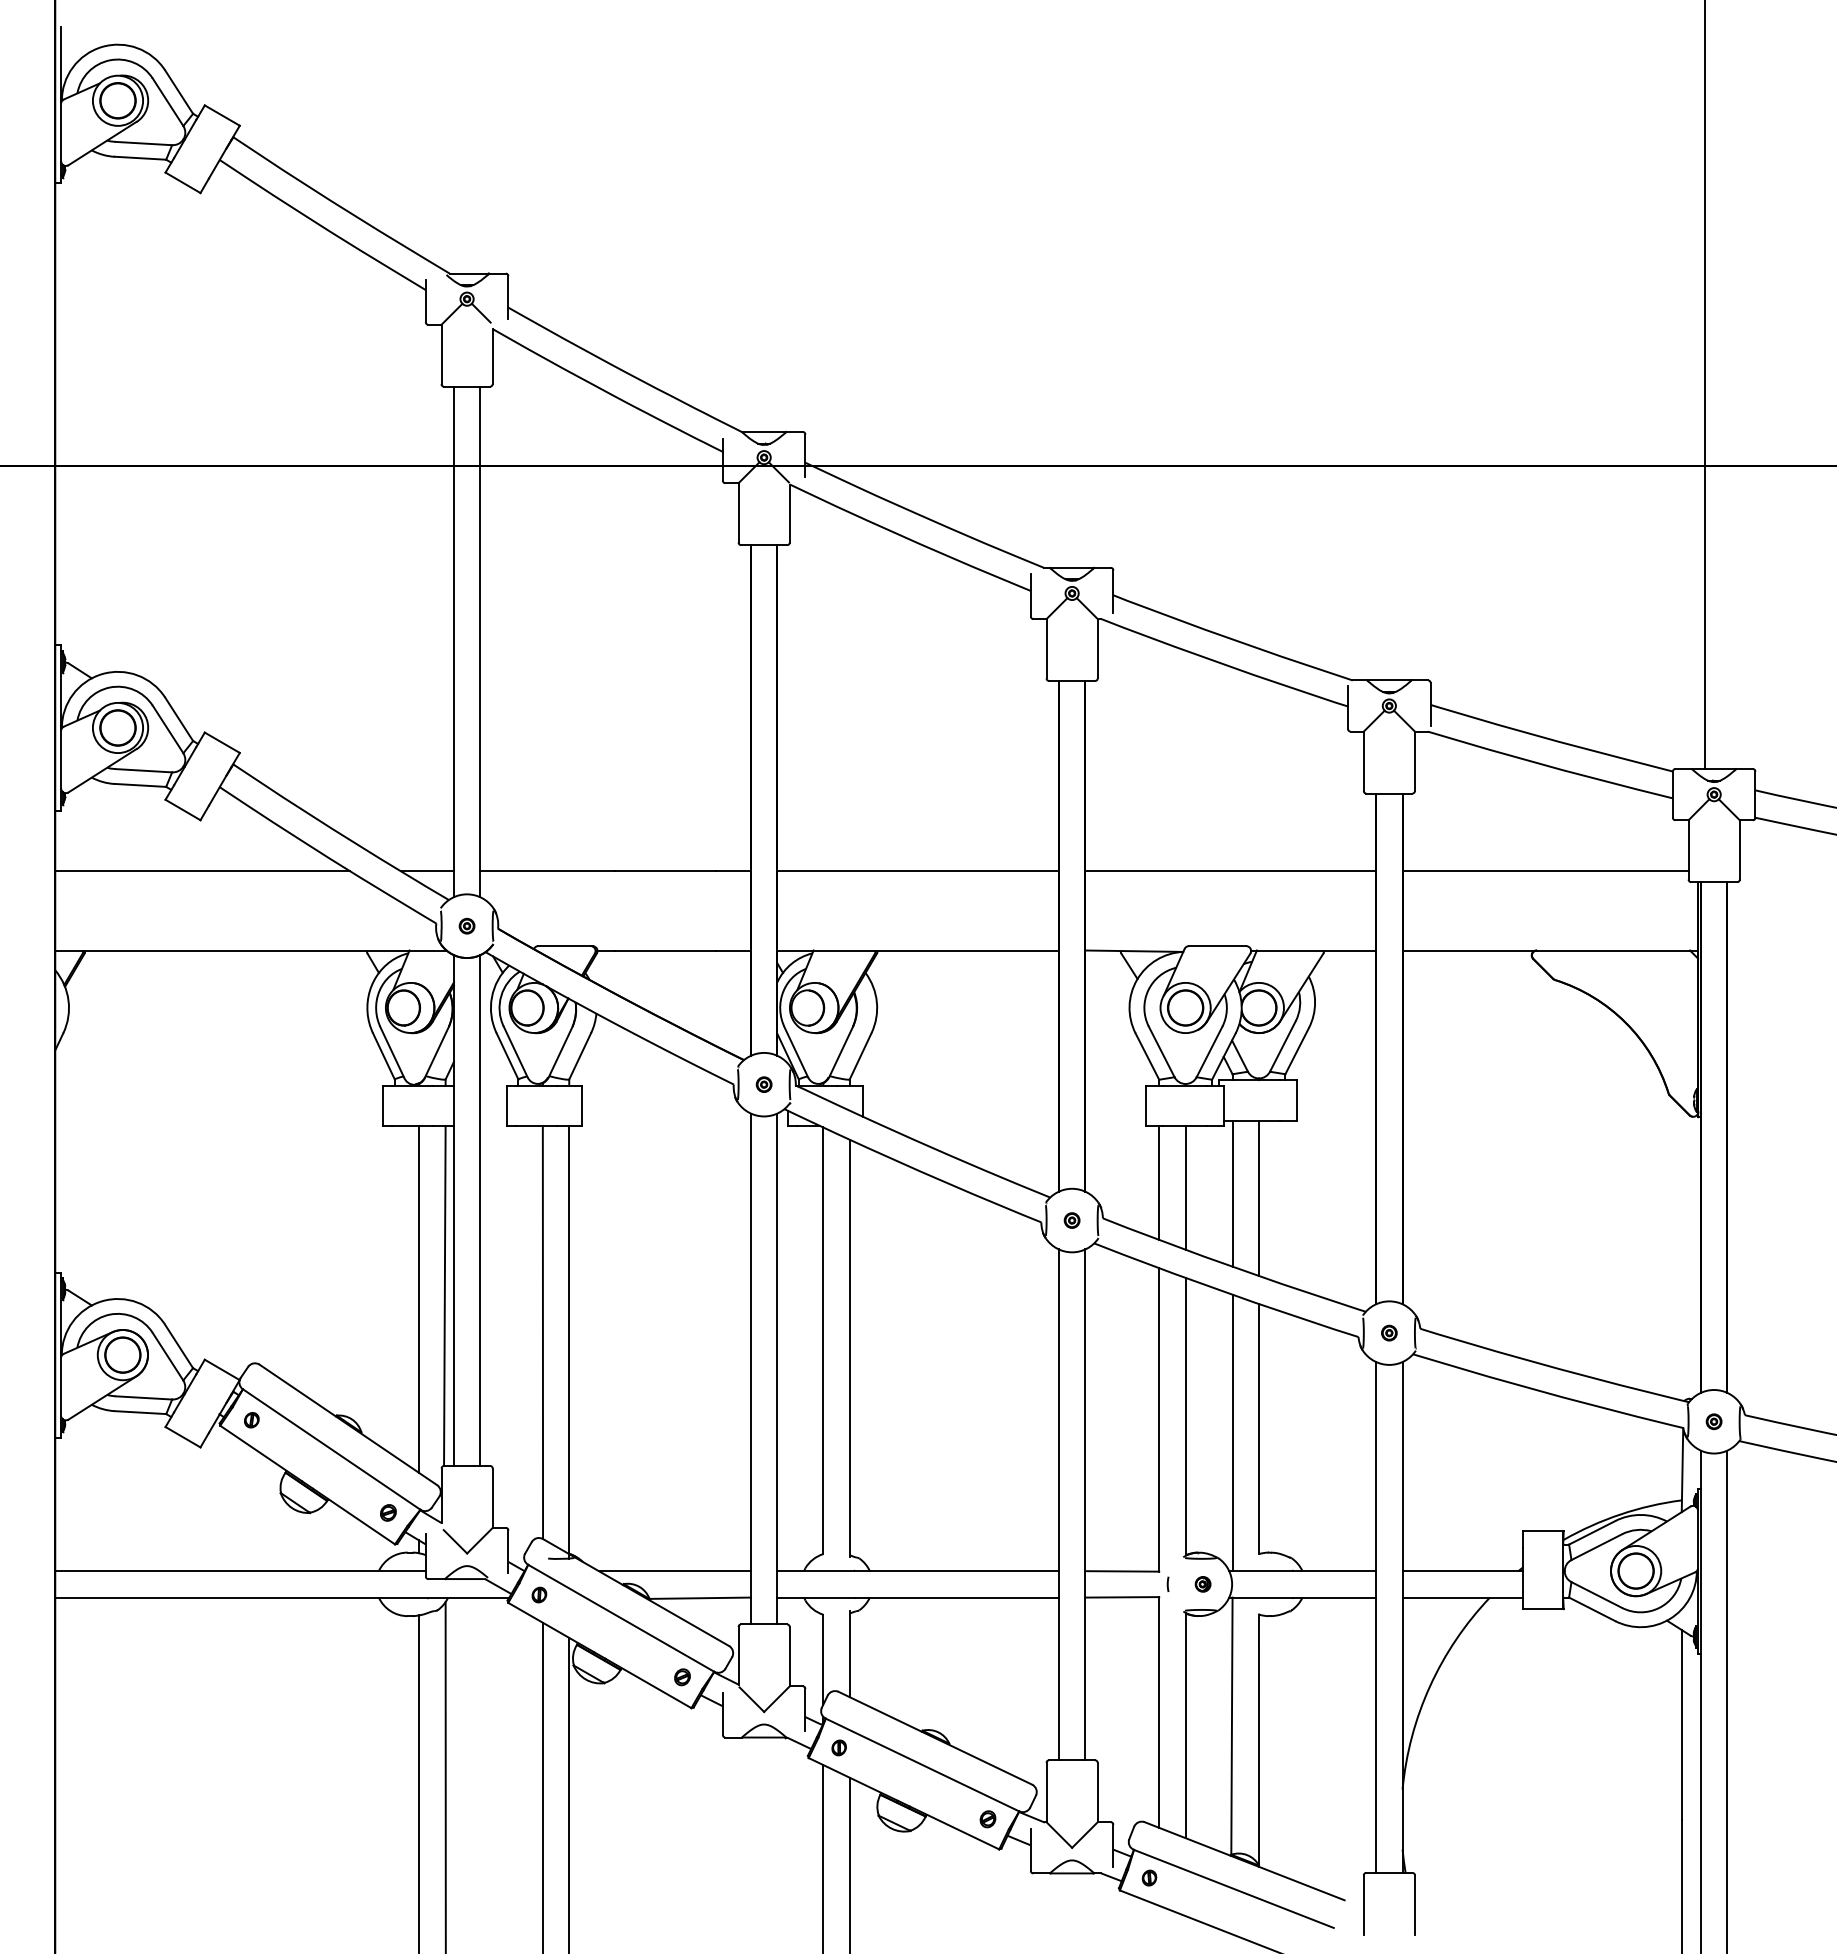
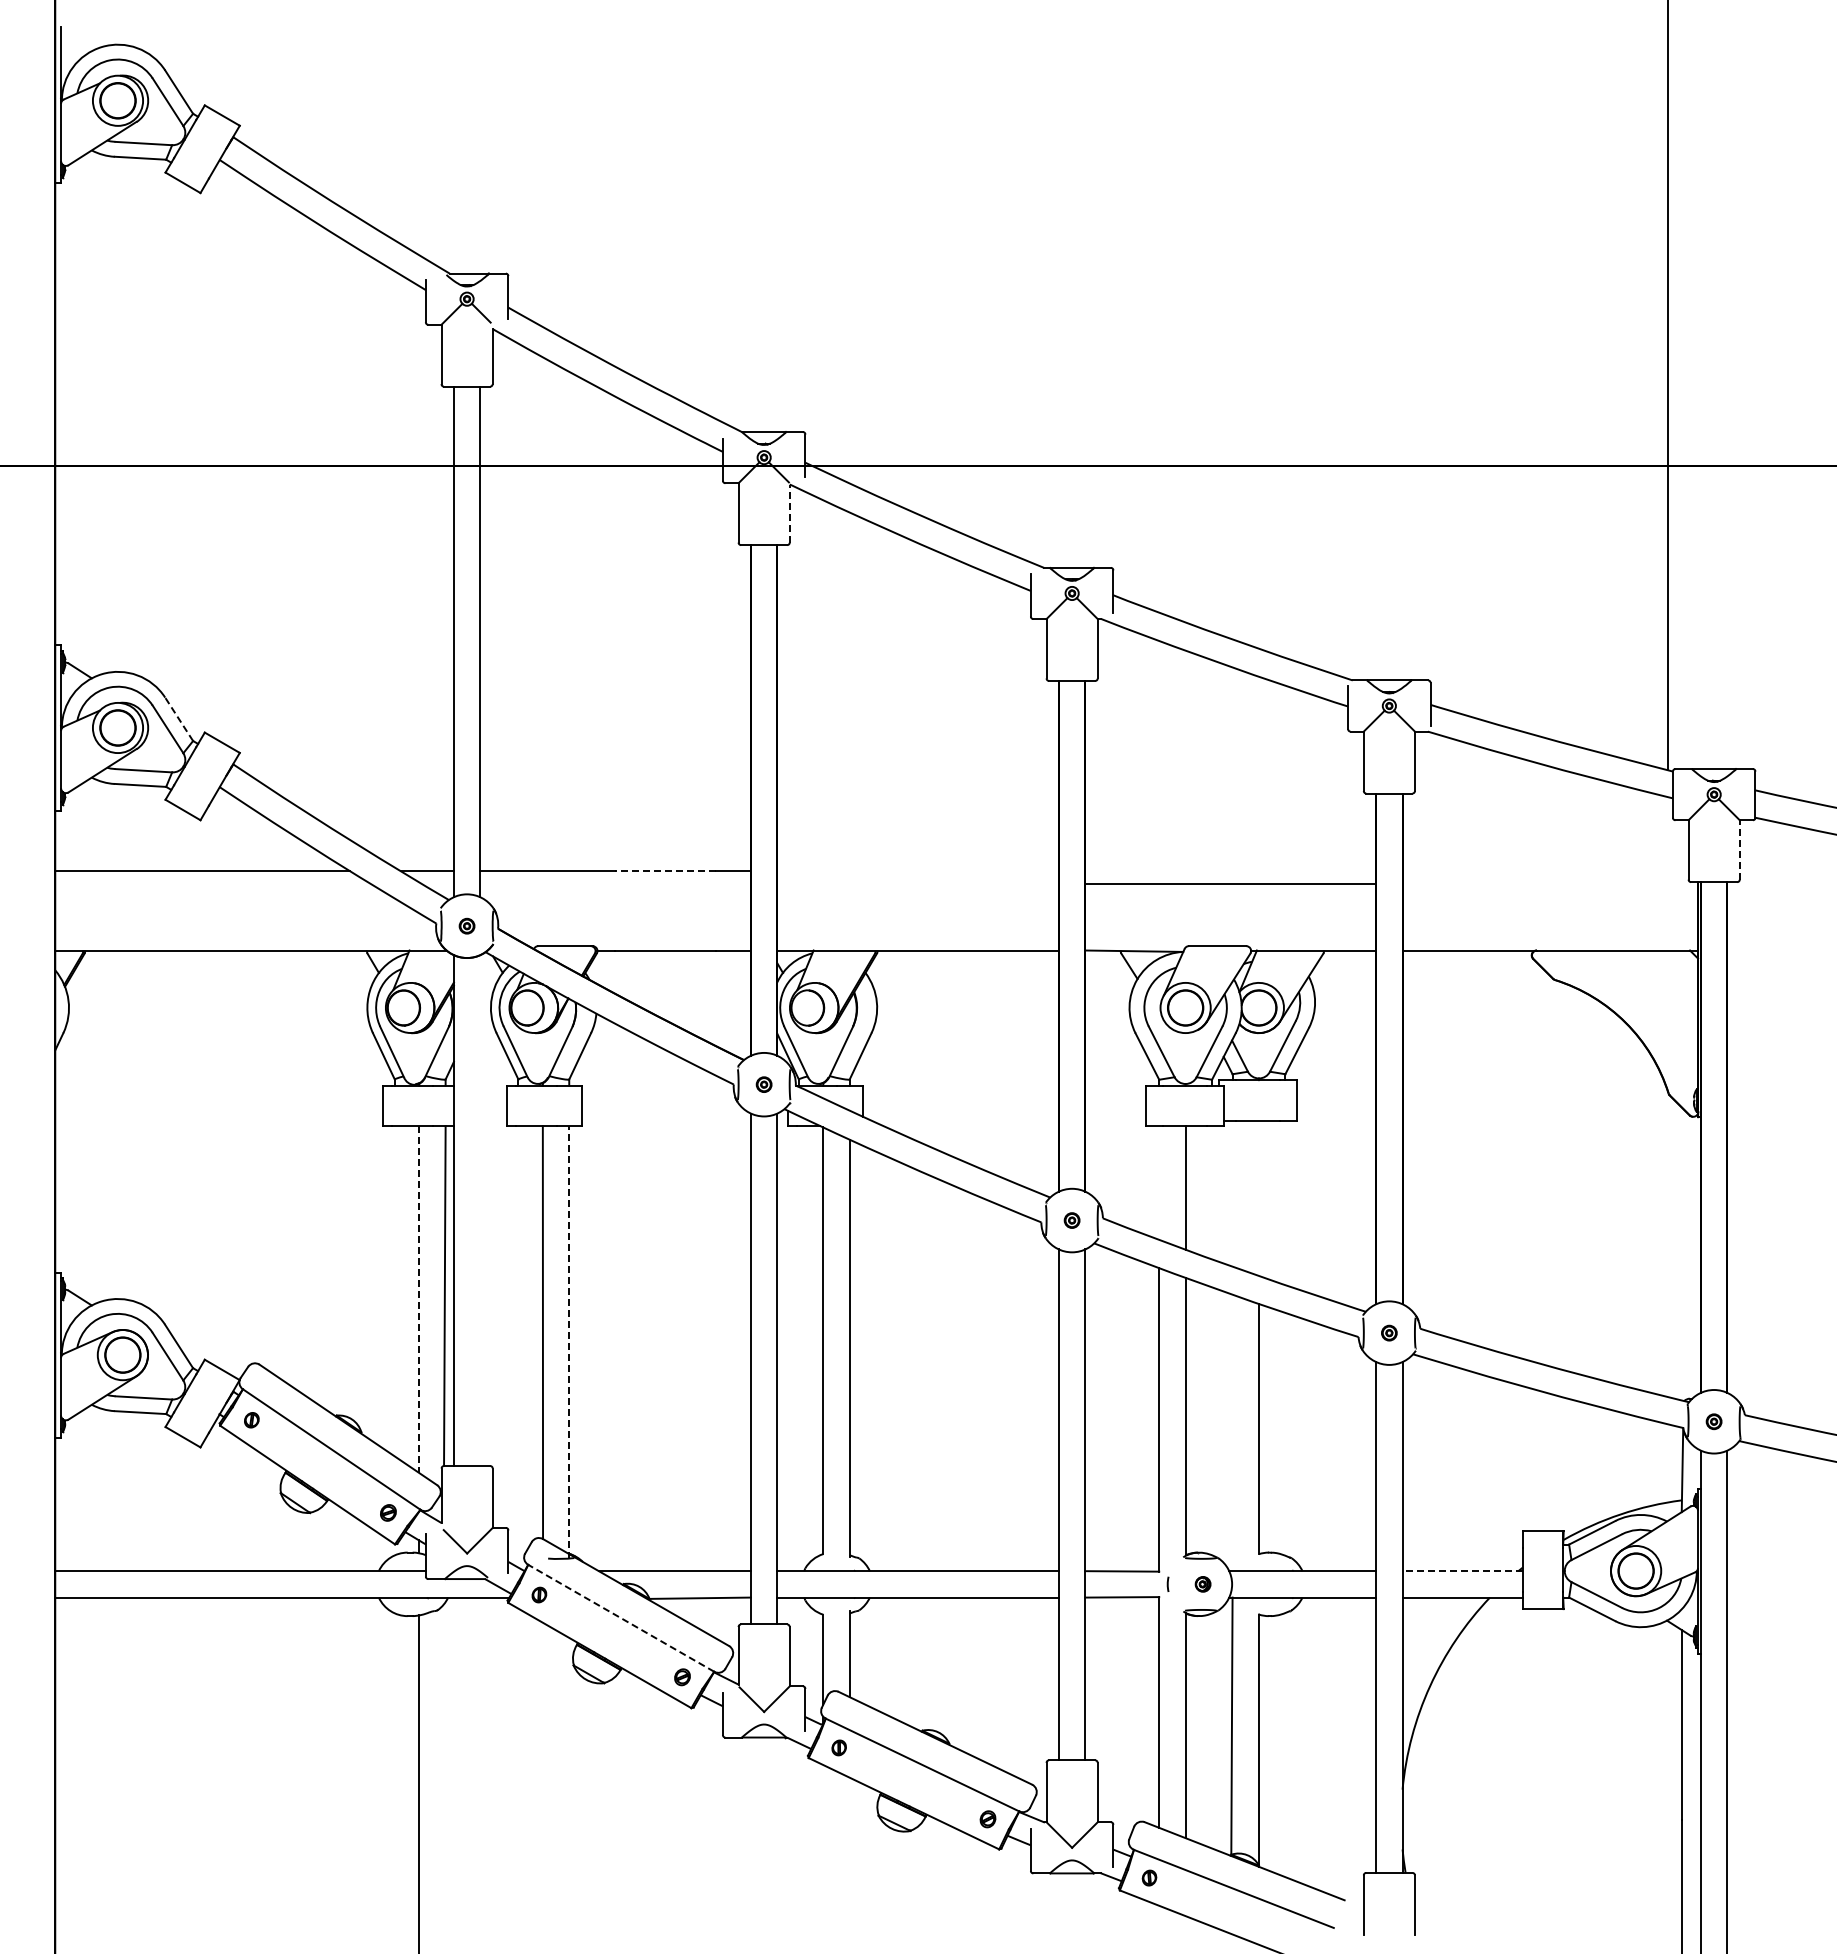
line at (1704, 385) position: (1704, 385) -> (1667, 385)
line at (789, 513): solid -> dashed
line at (179, 719): solid -> dashed
line at (1739, 849): solid -> dashed
line at (665, 871): solid -> dashed
line at (917, 871): present -> none
line at (1230, 871) position: (1230, 871) -> (1230, 884)
line at (1545, 871): present -> none
line at (1159, 1182): present -> none
line at (1232, 1193): present -> none
line at (1258, 1197): present -> none
line at (480, 1210): present -> none
line at (419, 1300): solid -> dashed
line at (569, 1341): solid -> dashed
line at (1232, 1432): present -> none
line at (1462, 1571): solid -> dashed
line at (620, 1618): solid -> dashed
line at (445, 1776): present -> none
line at (542, 1786): present -> none
line at (569, 1793): present -> none
line at (823, 1857): present -> none
line at (849, 1863): present -> none
